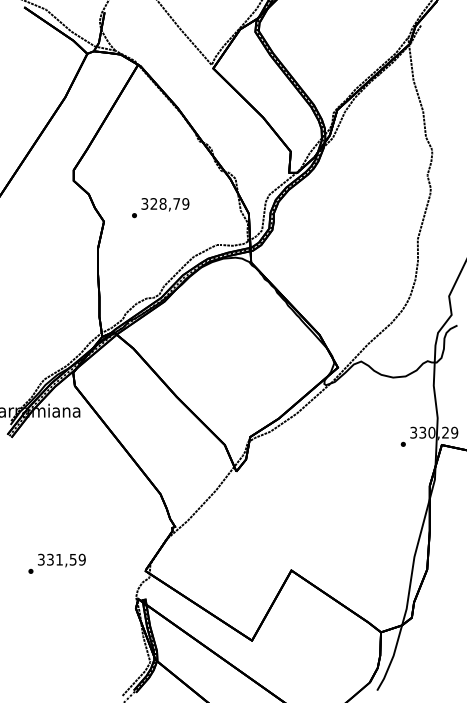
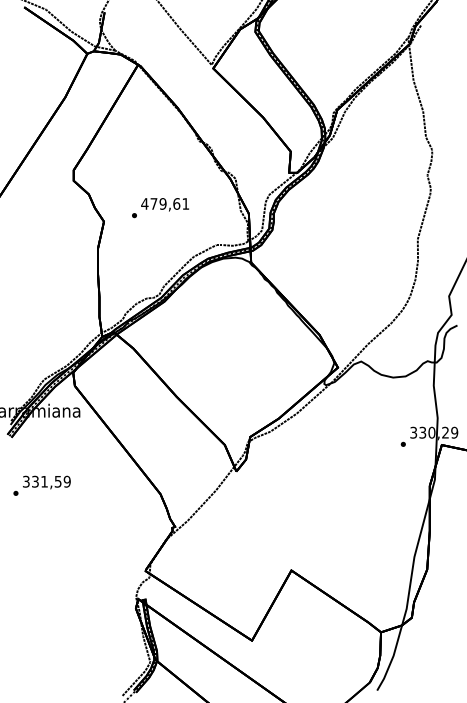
text at (165, 203): 328,79 -> 479,61
text at (56, 563) position: (56, 563) -> (41, 485)
